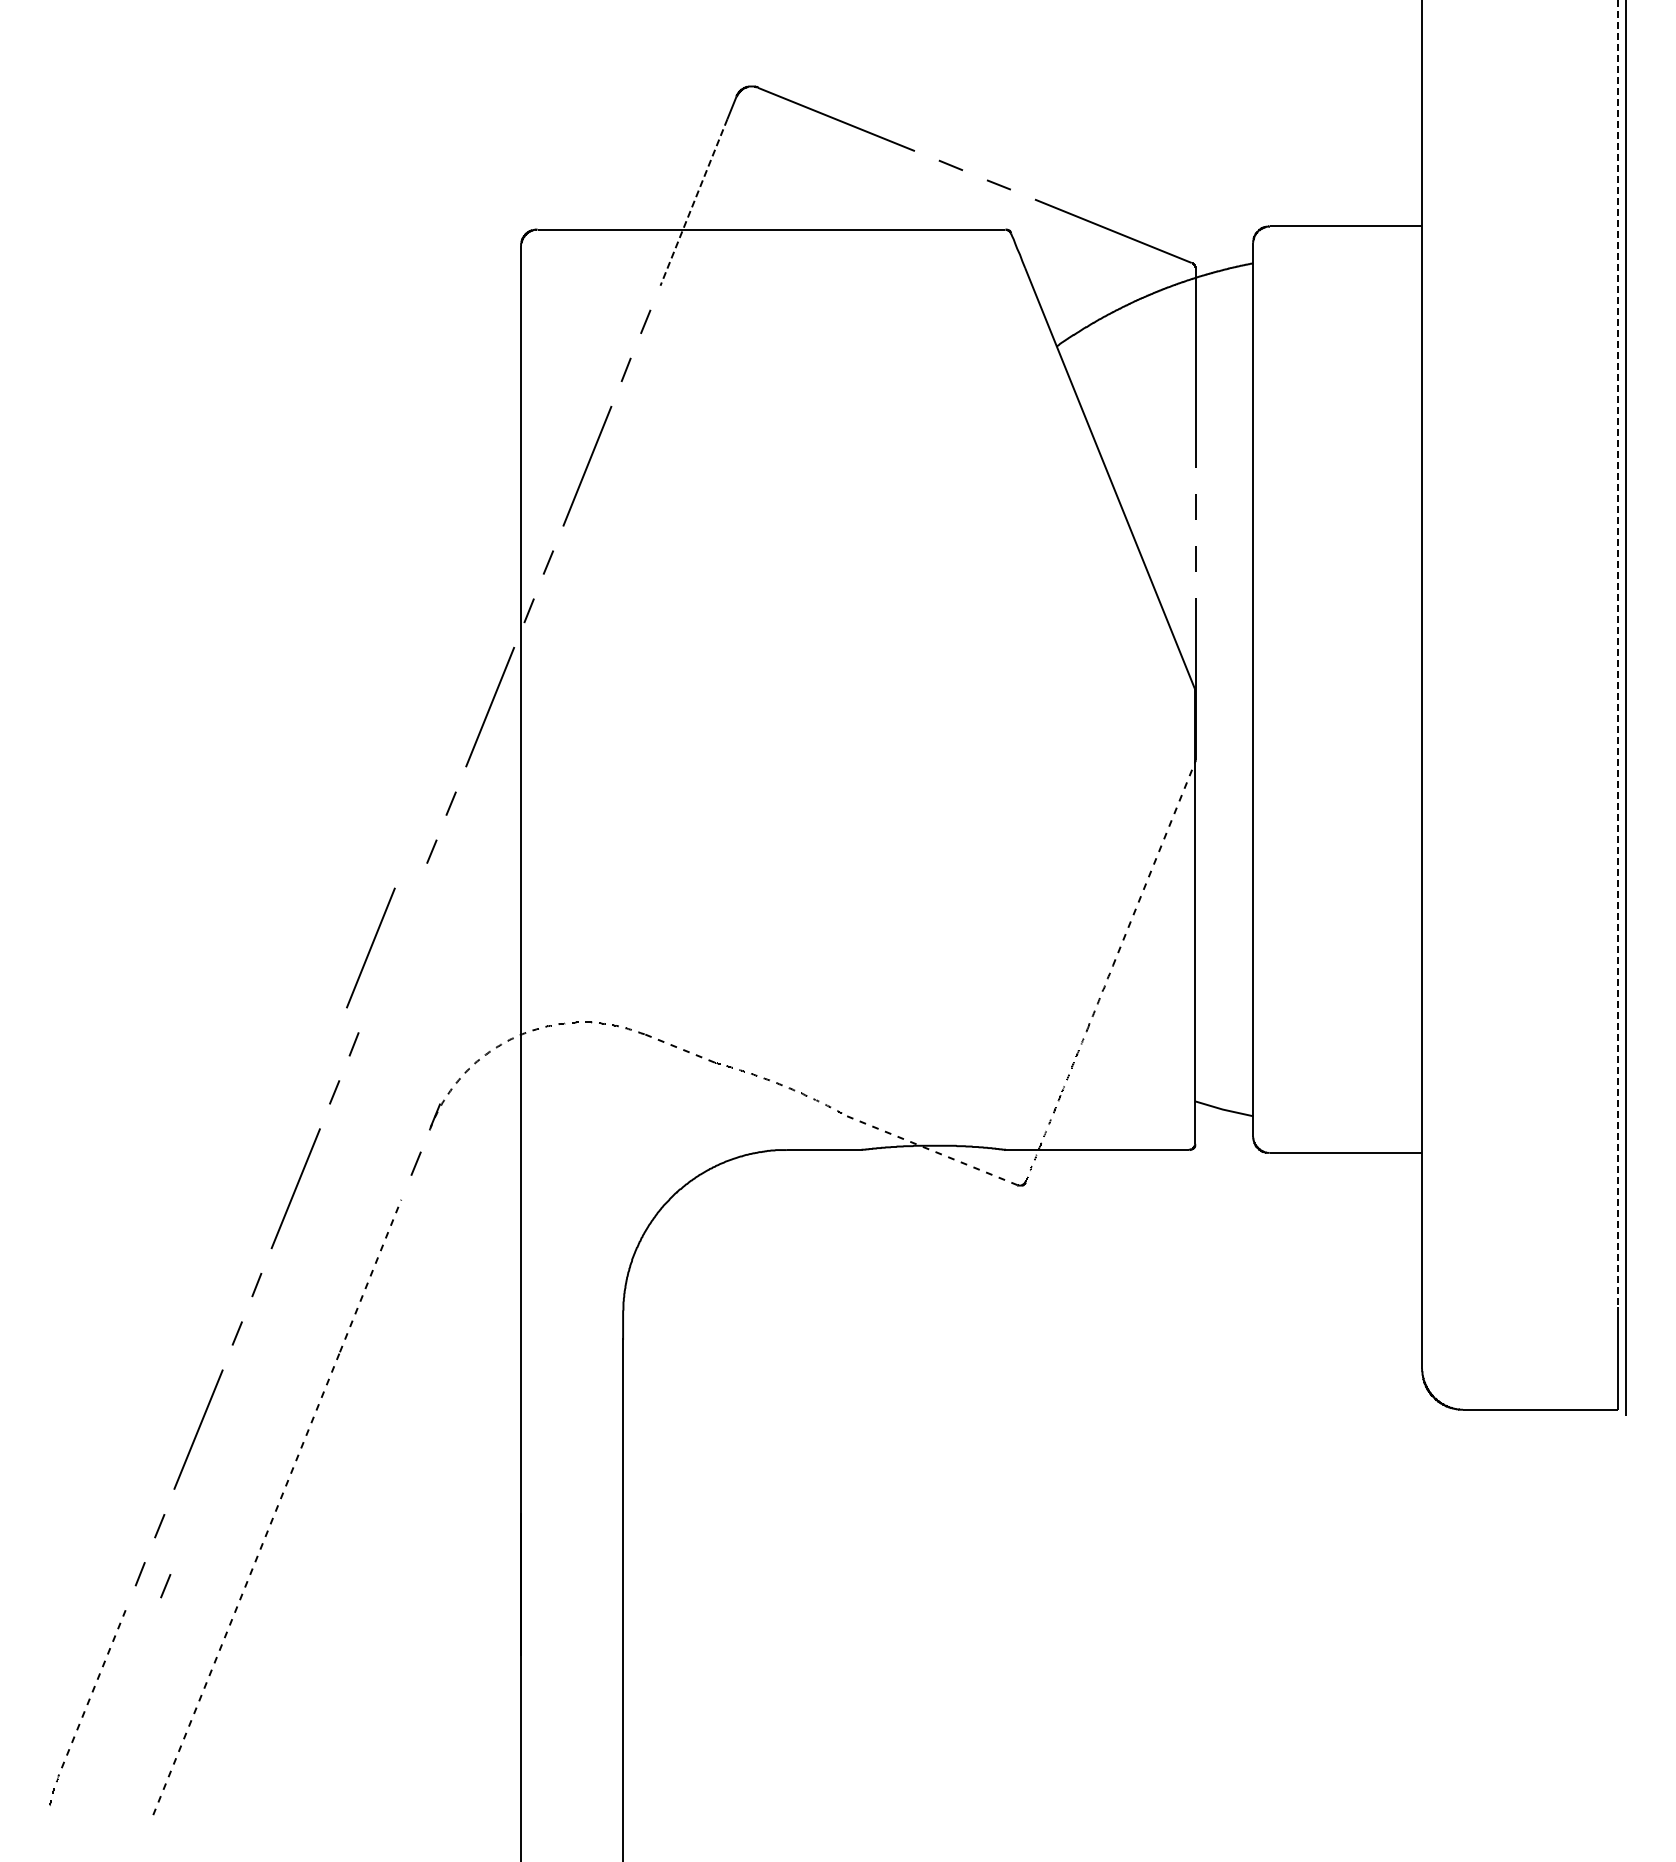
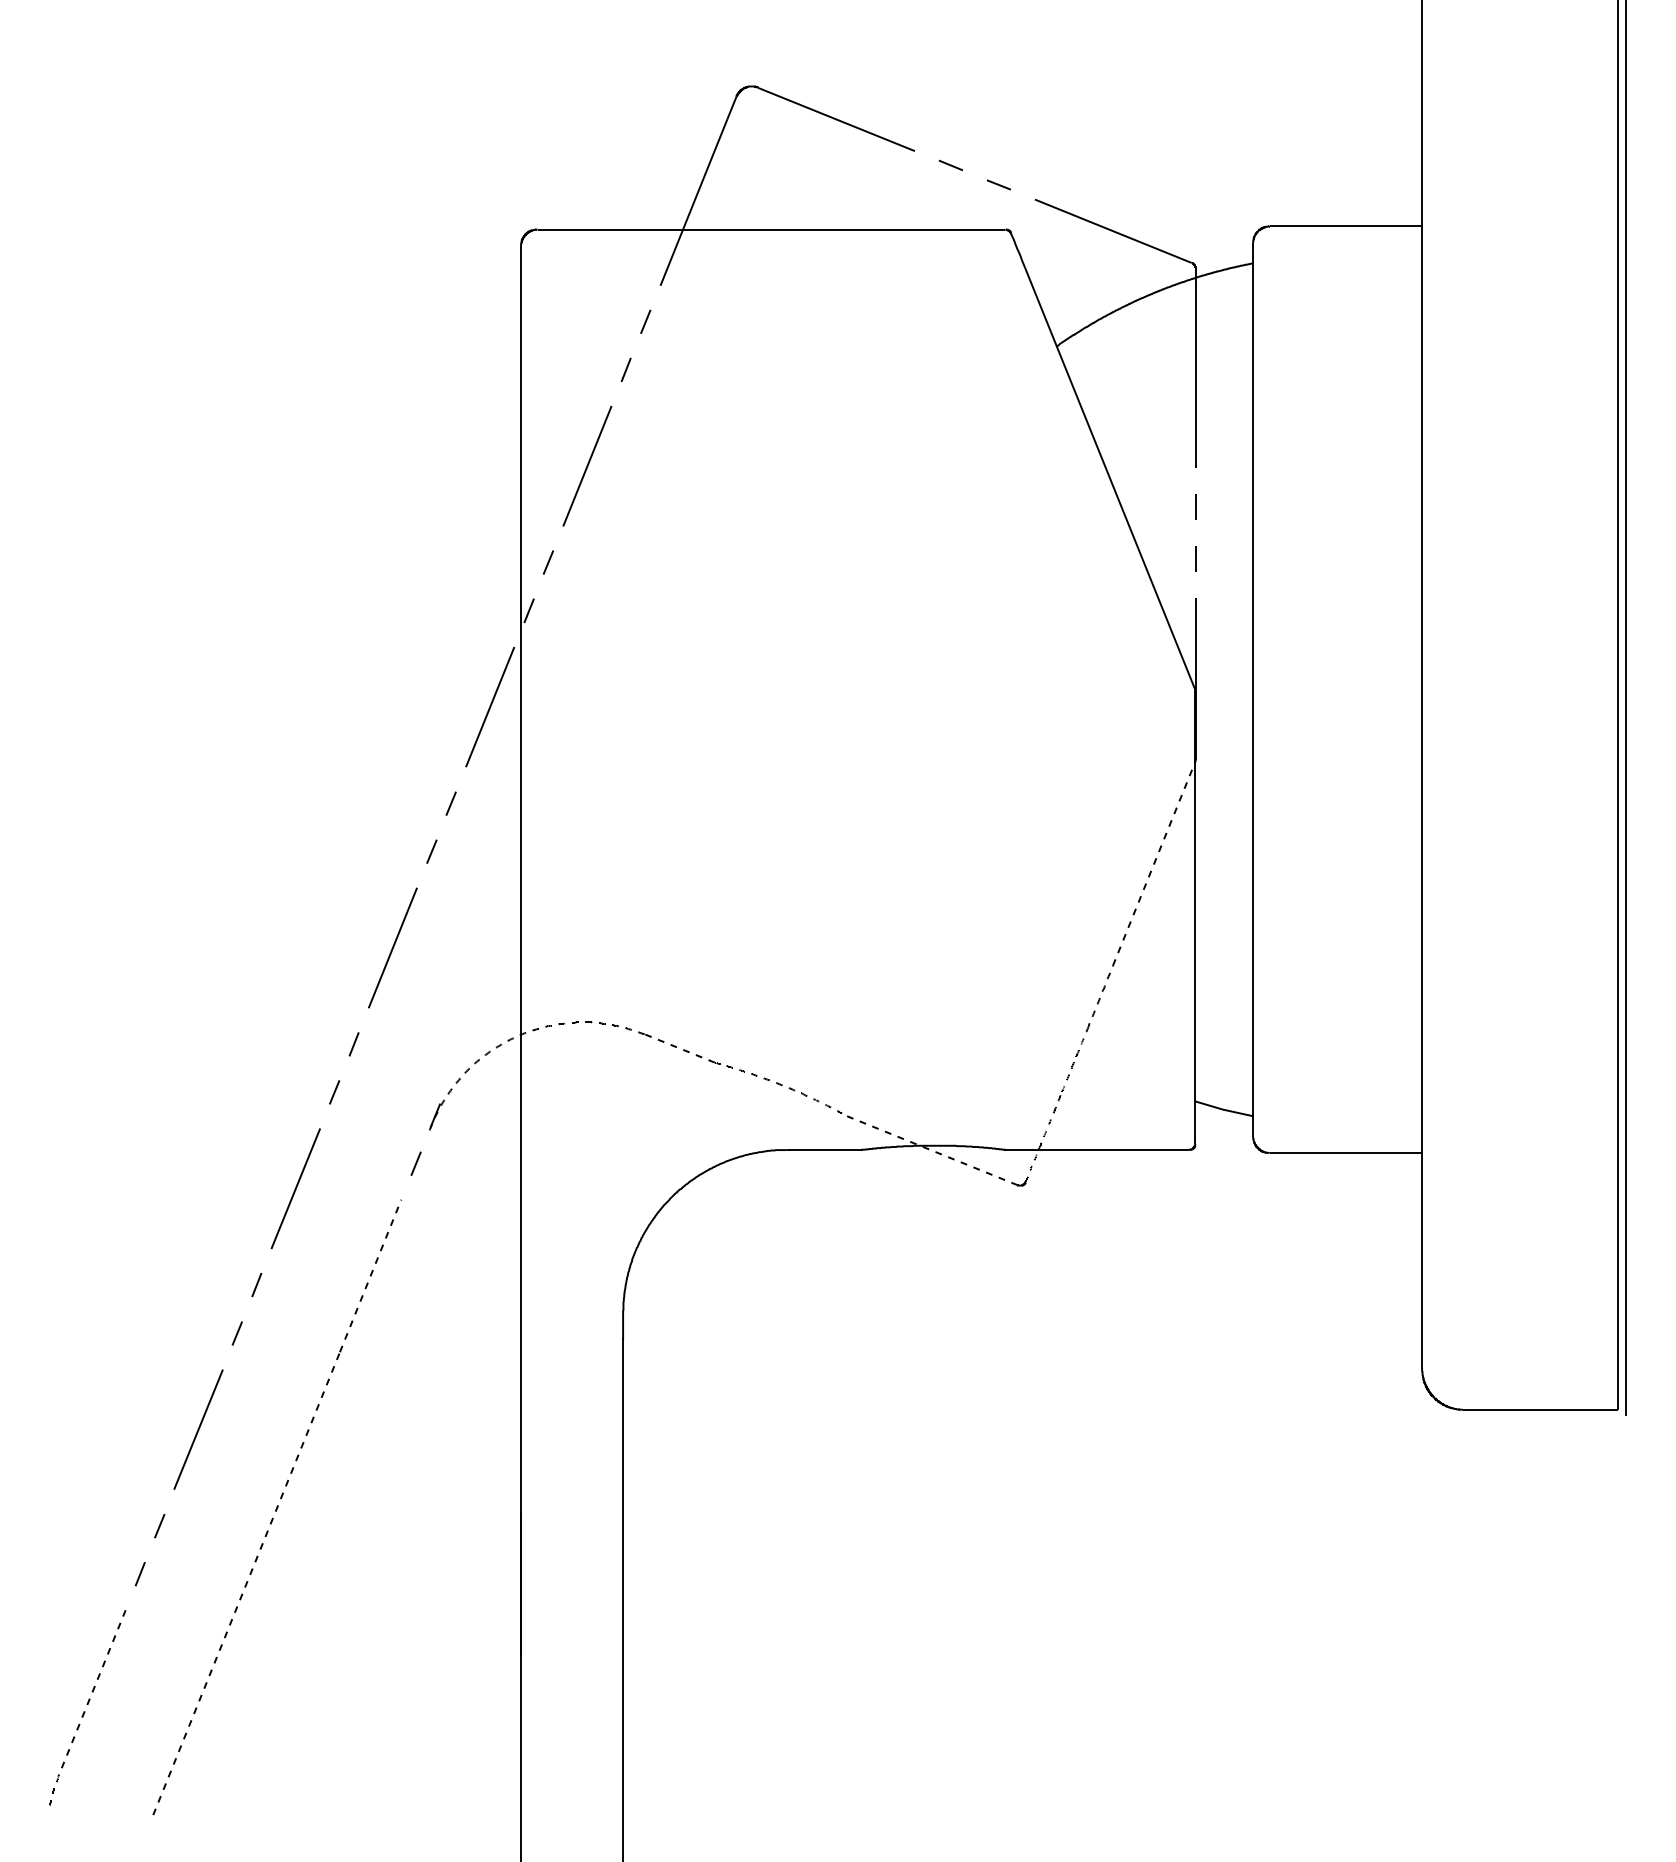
line at (693, 202): dashed -> solid
line at (1618, 654): dashed -> solid
line at (370, 947) position: (370, 947) -> (392, 947)
line at (165, 1586): present -> none
